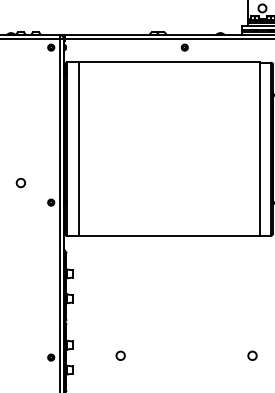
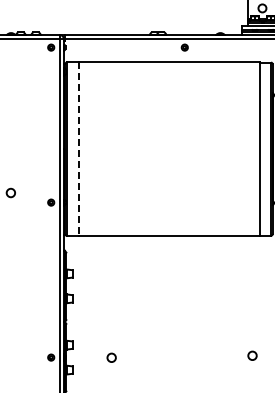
line at (78, 149): solid -> dashed
circle at (20, 182) position: (20, 182) -> (10, 192)
circle at (120, 355) position: (120, 355) -> (111, 357)
